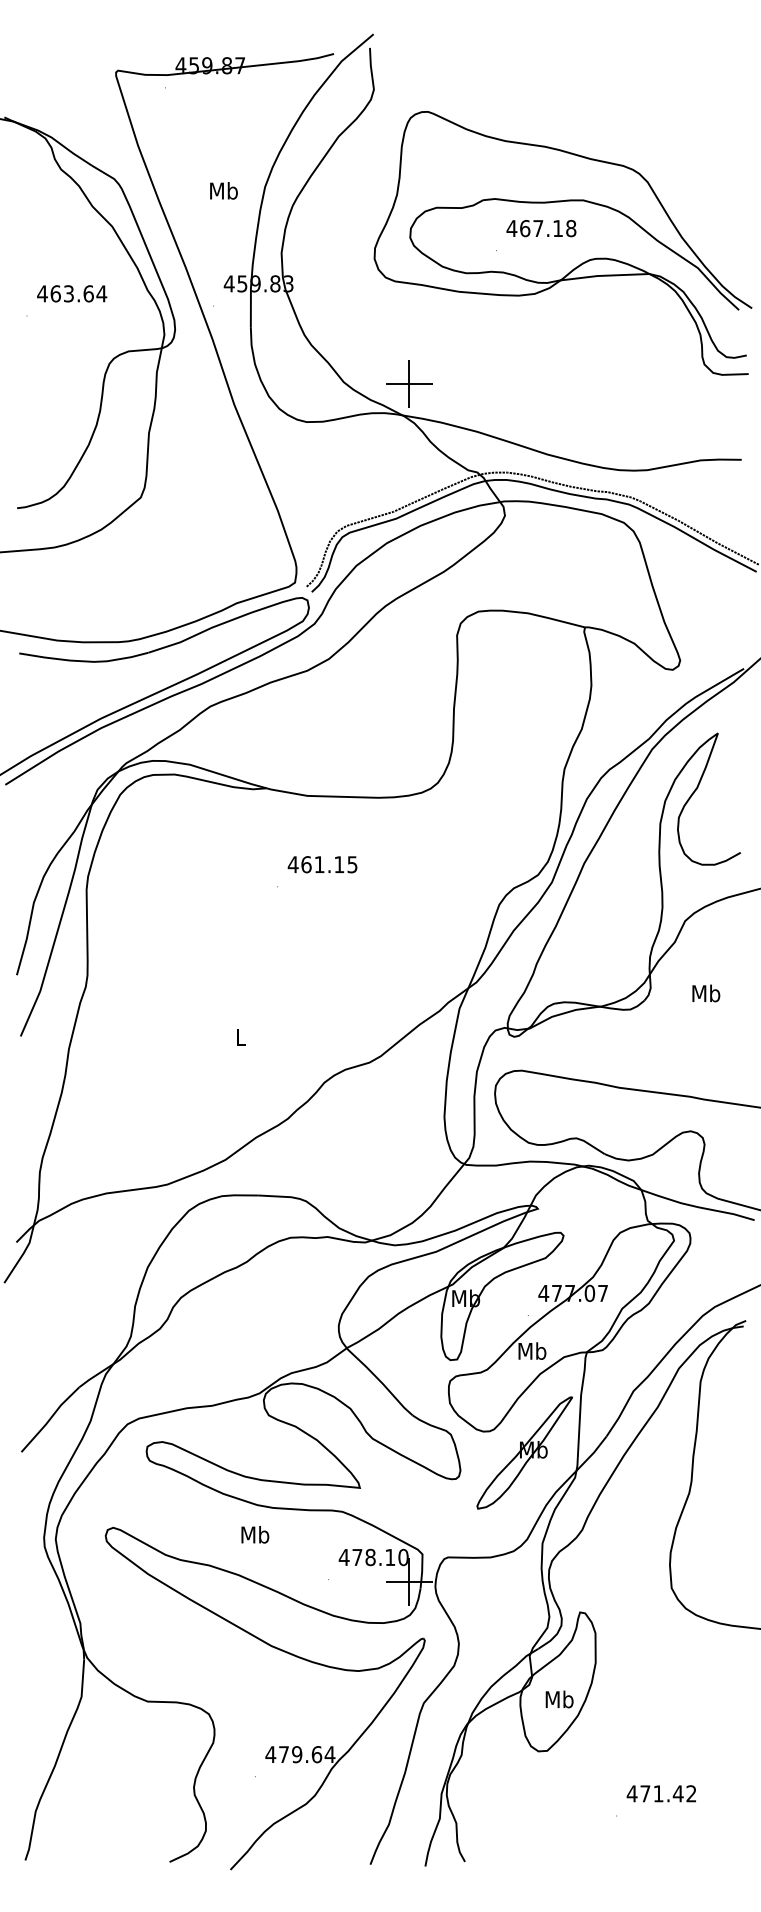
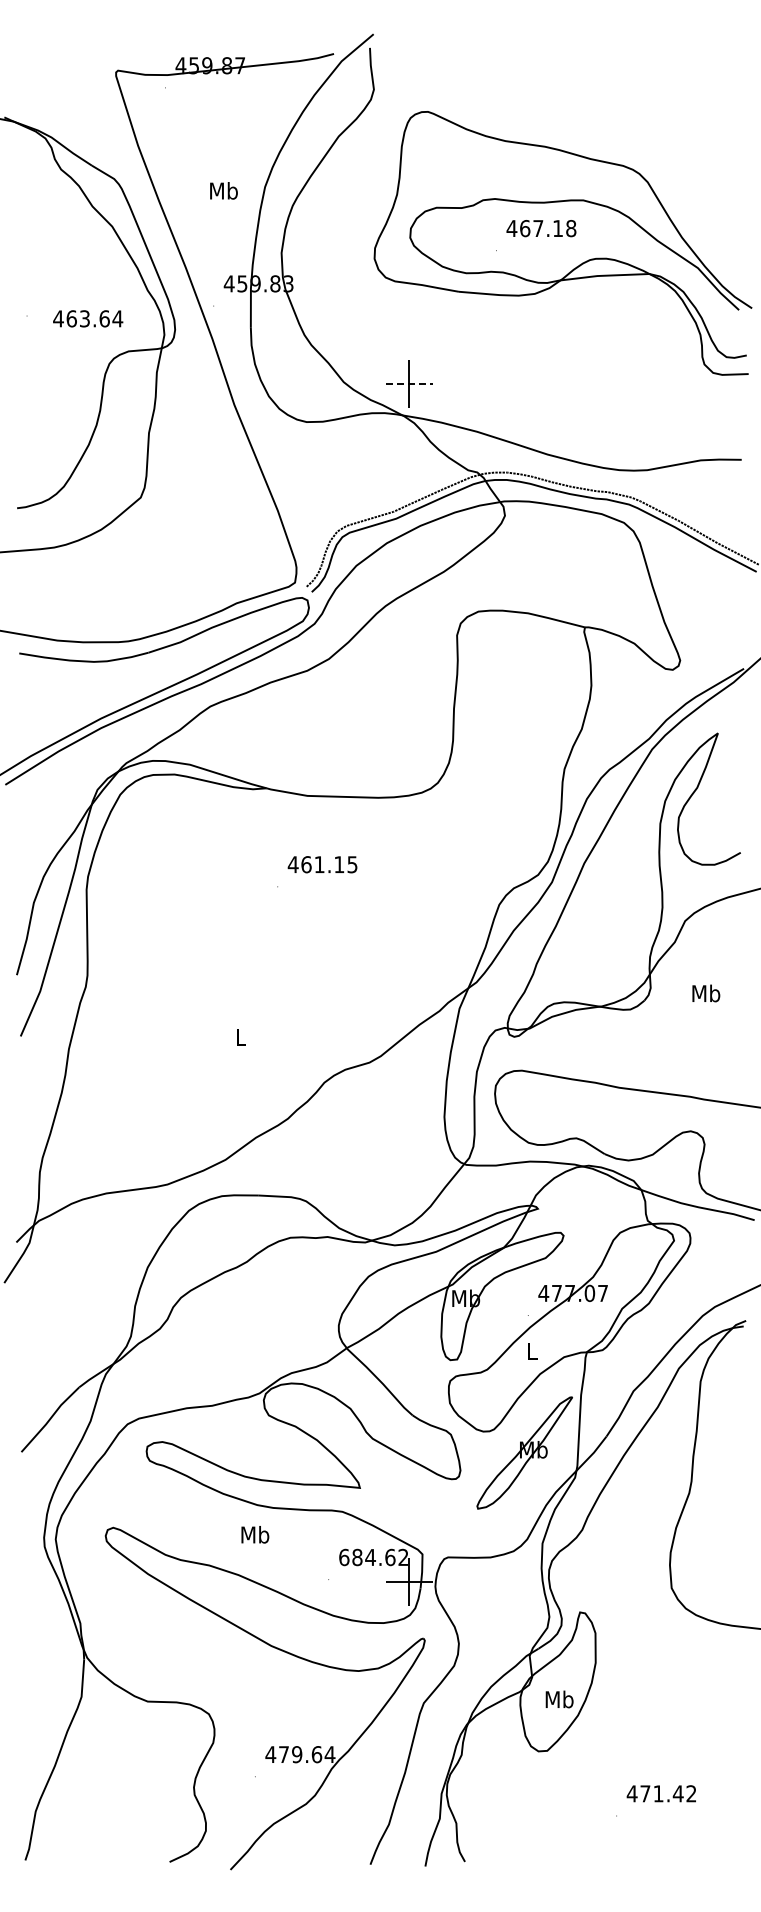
text at (72, 293) position: (72, 293) -> (88, 318)
line at (409, 383): solid -> dashed
text at (532, 1350): Mb -> L
text at (373, 1557): 478.10 -> 684.62
